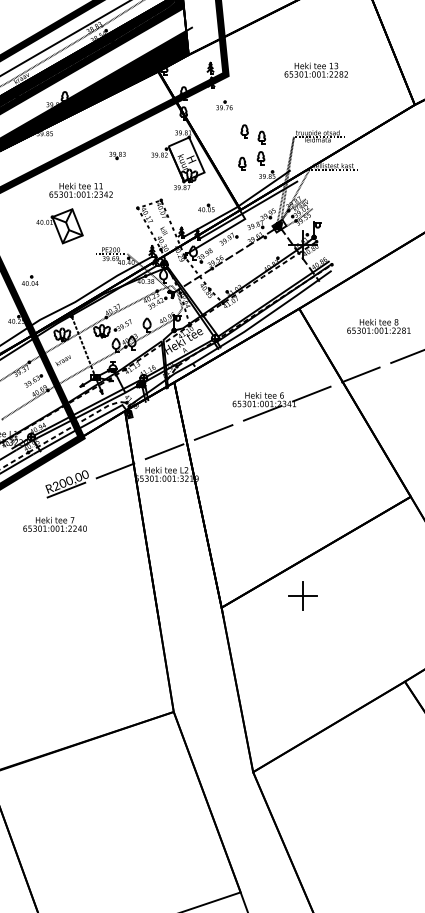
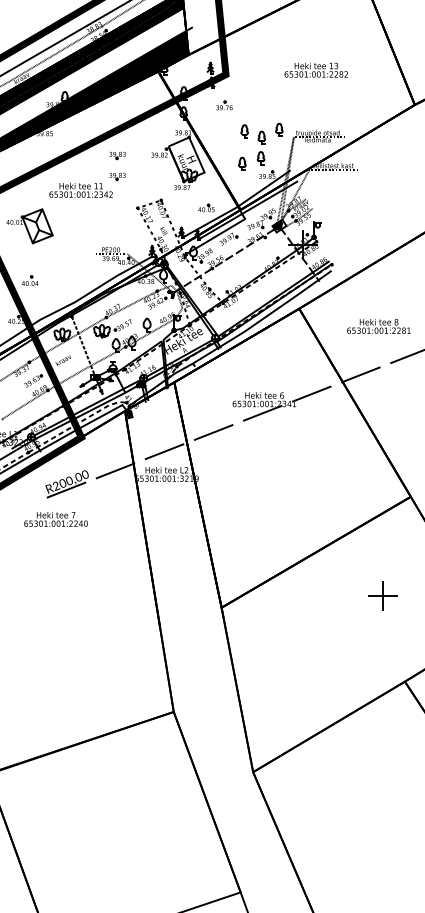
part at (279, 129): none -> present
part at (117, 176): none -> present
part at (59, 226) position: (59, 226) -> (29, 226)
text at (54, 524) position: (54, 524) -> (55, 519)
part at (302, 595) position: (302, 595) -> (382, 595)
